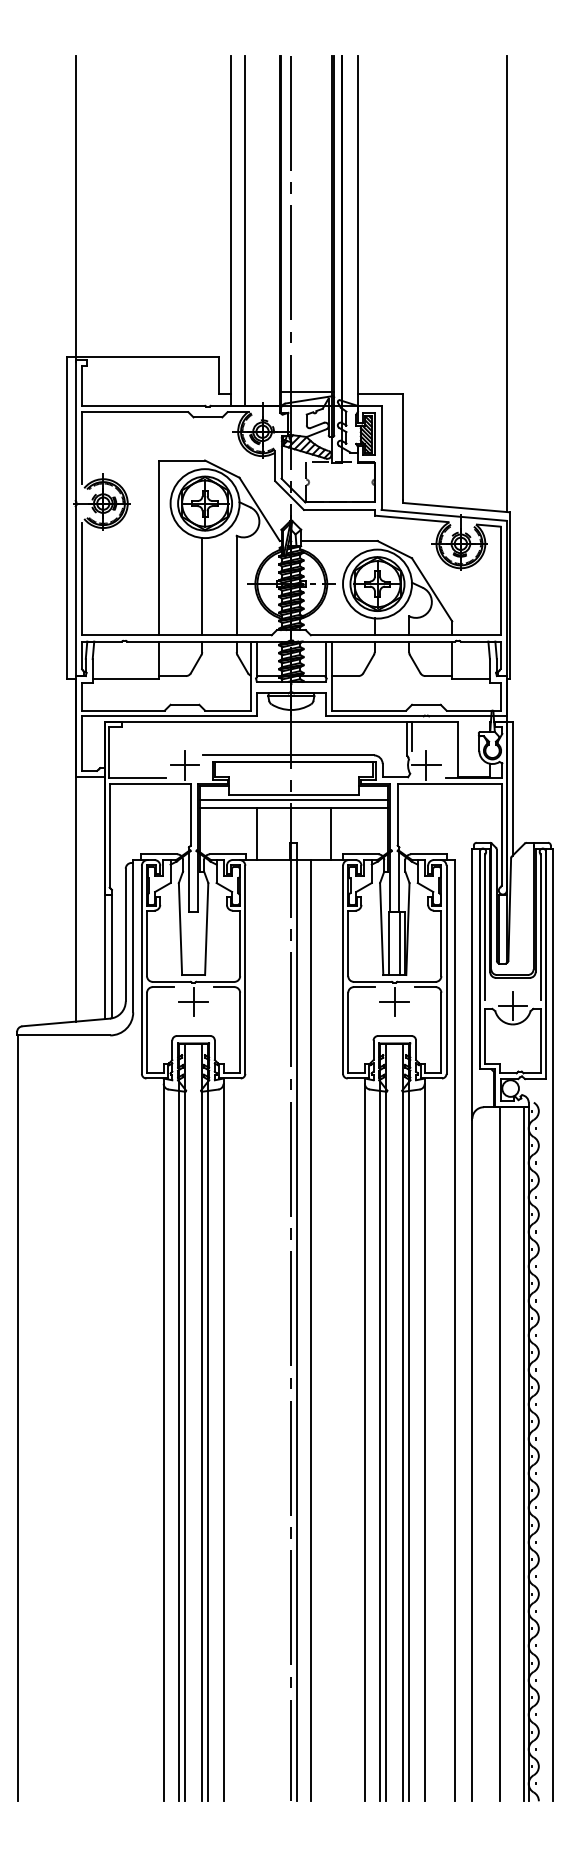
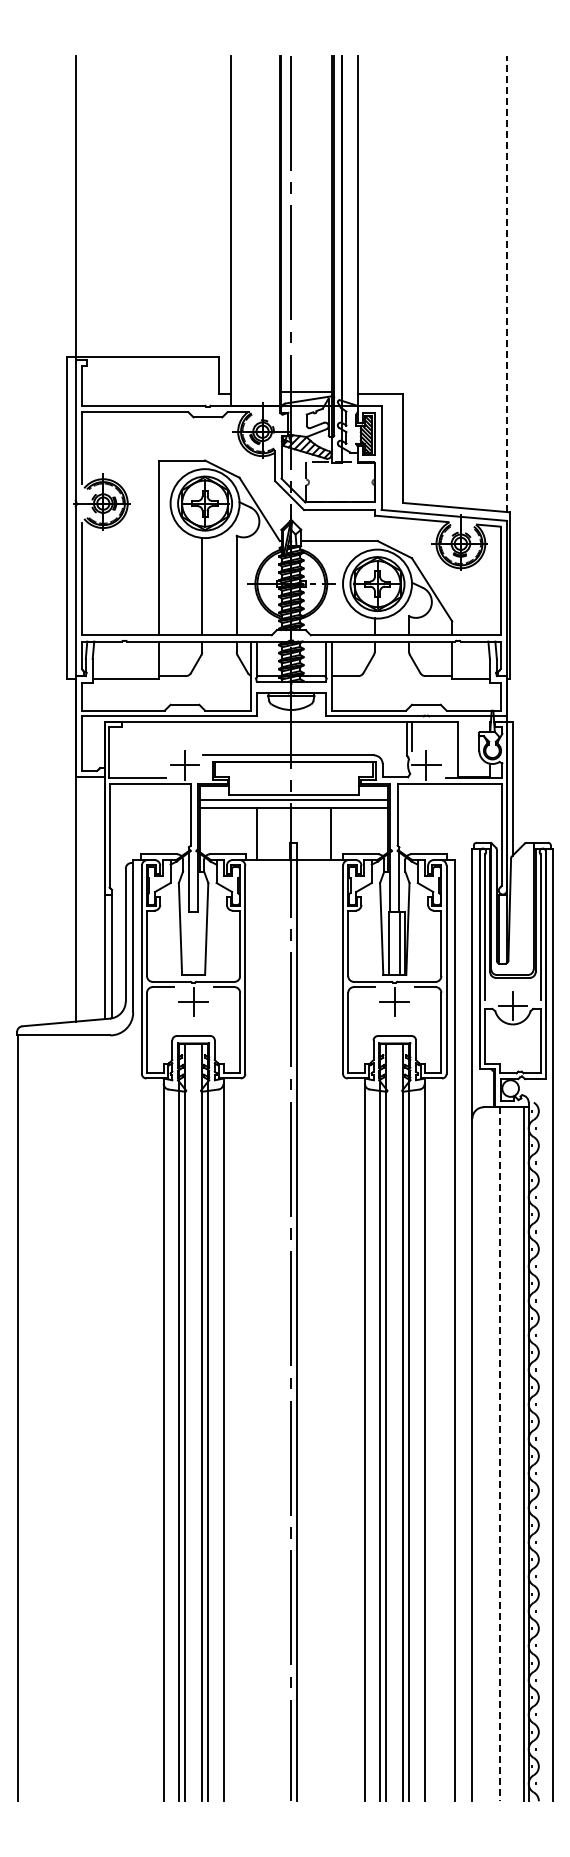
line at (245, 230): present -> none
line at (506, 283): solid -> dashed
line at (311, 1330): present -> none
line at (500, 1454): solid -> dashed
